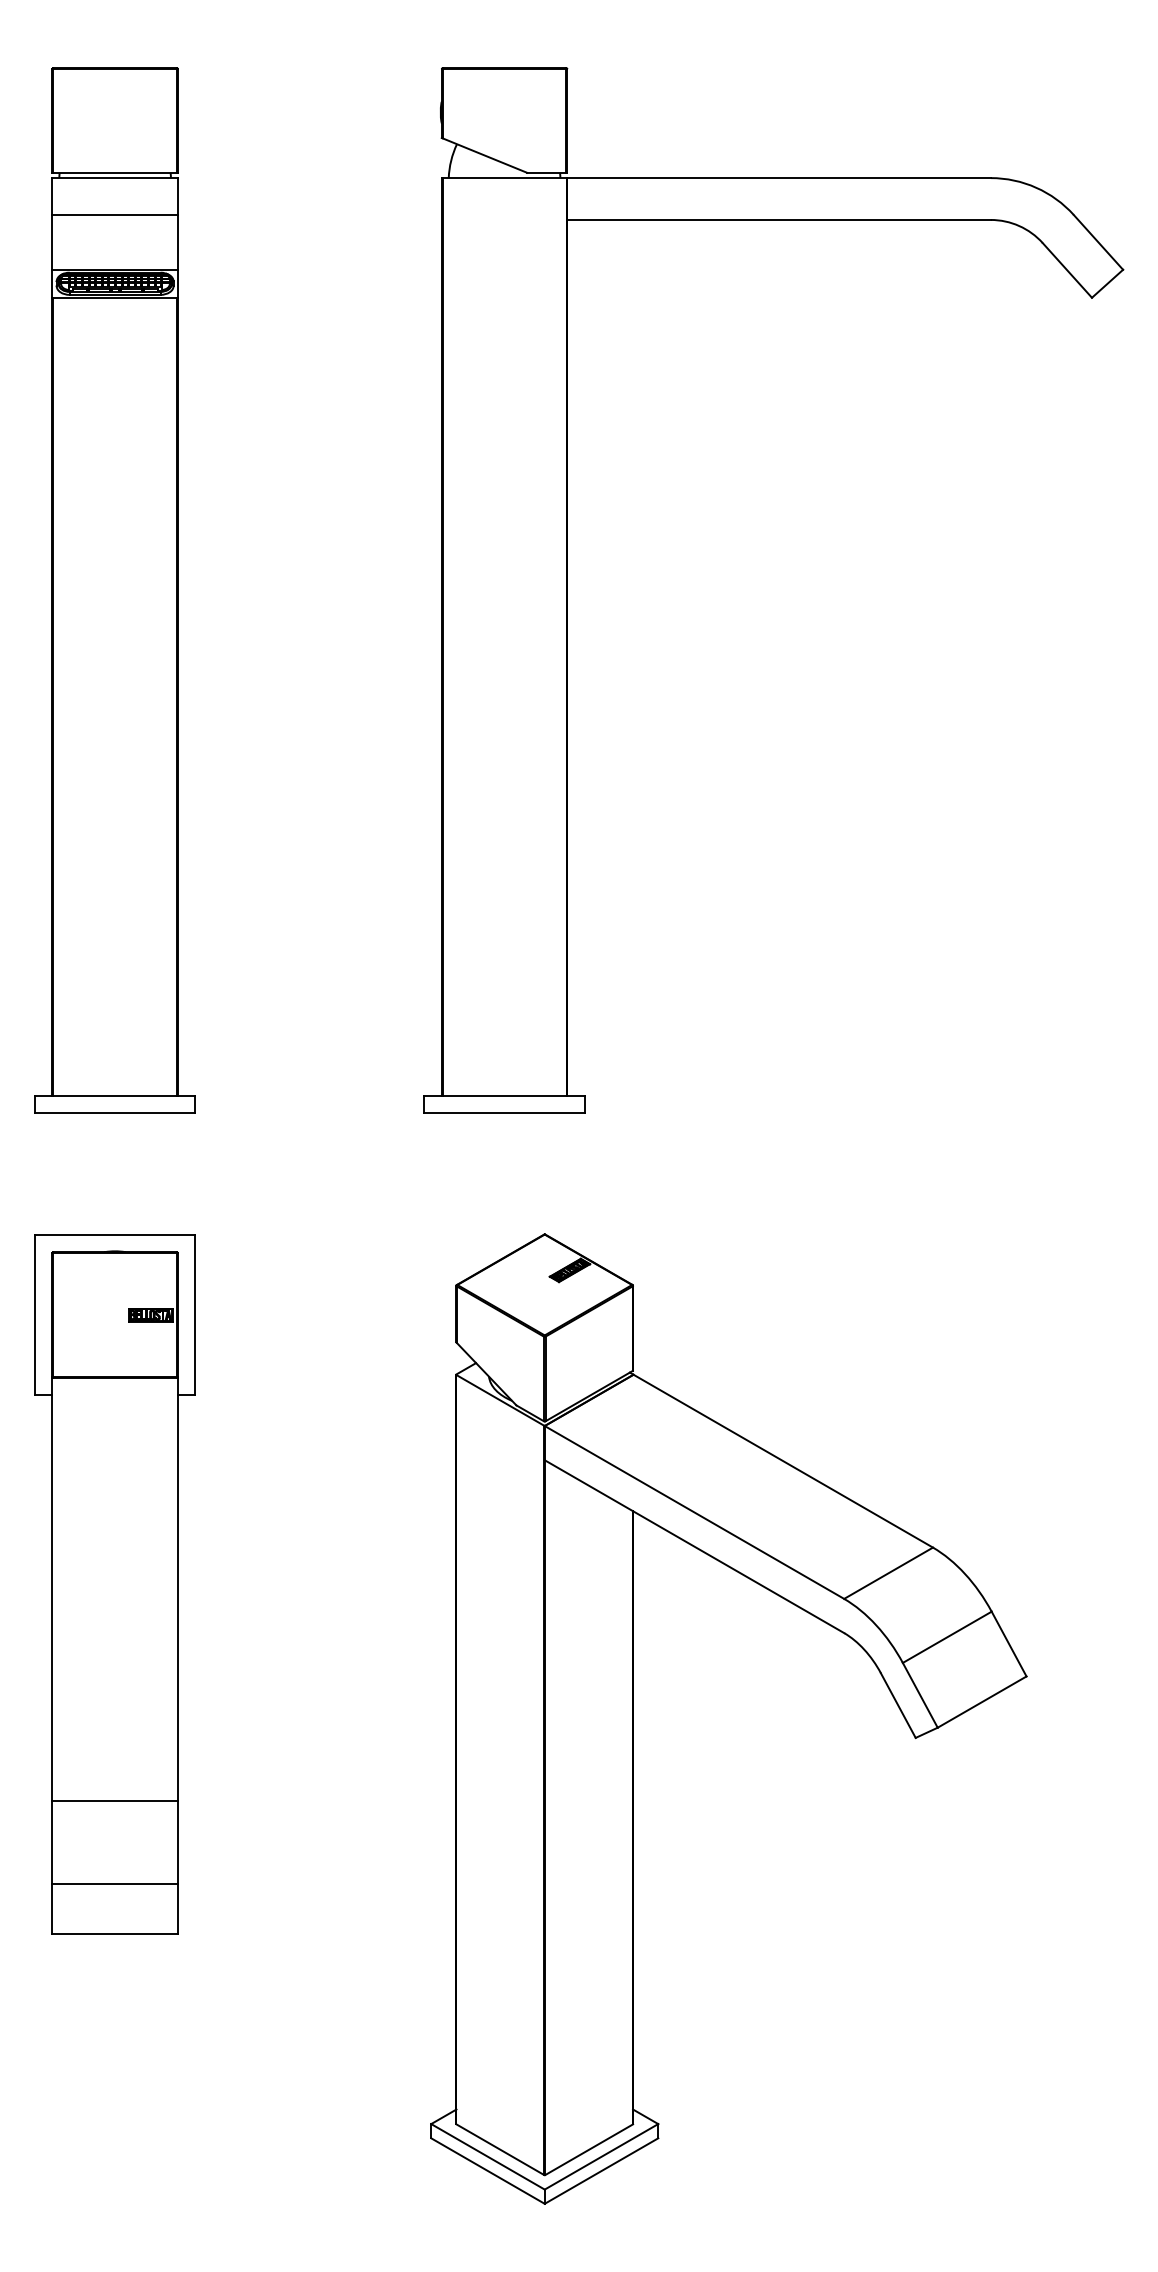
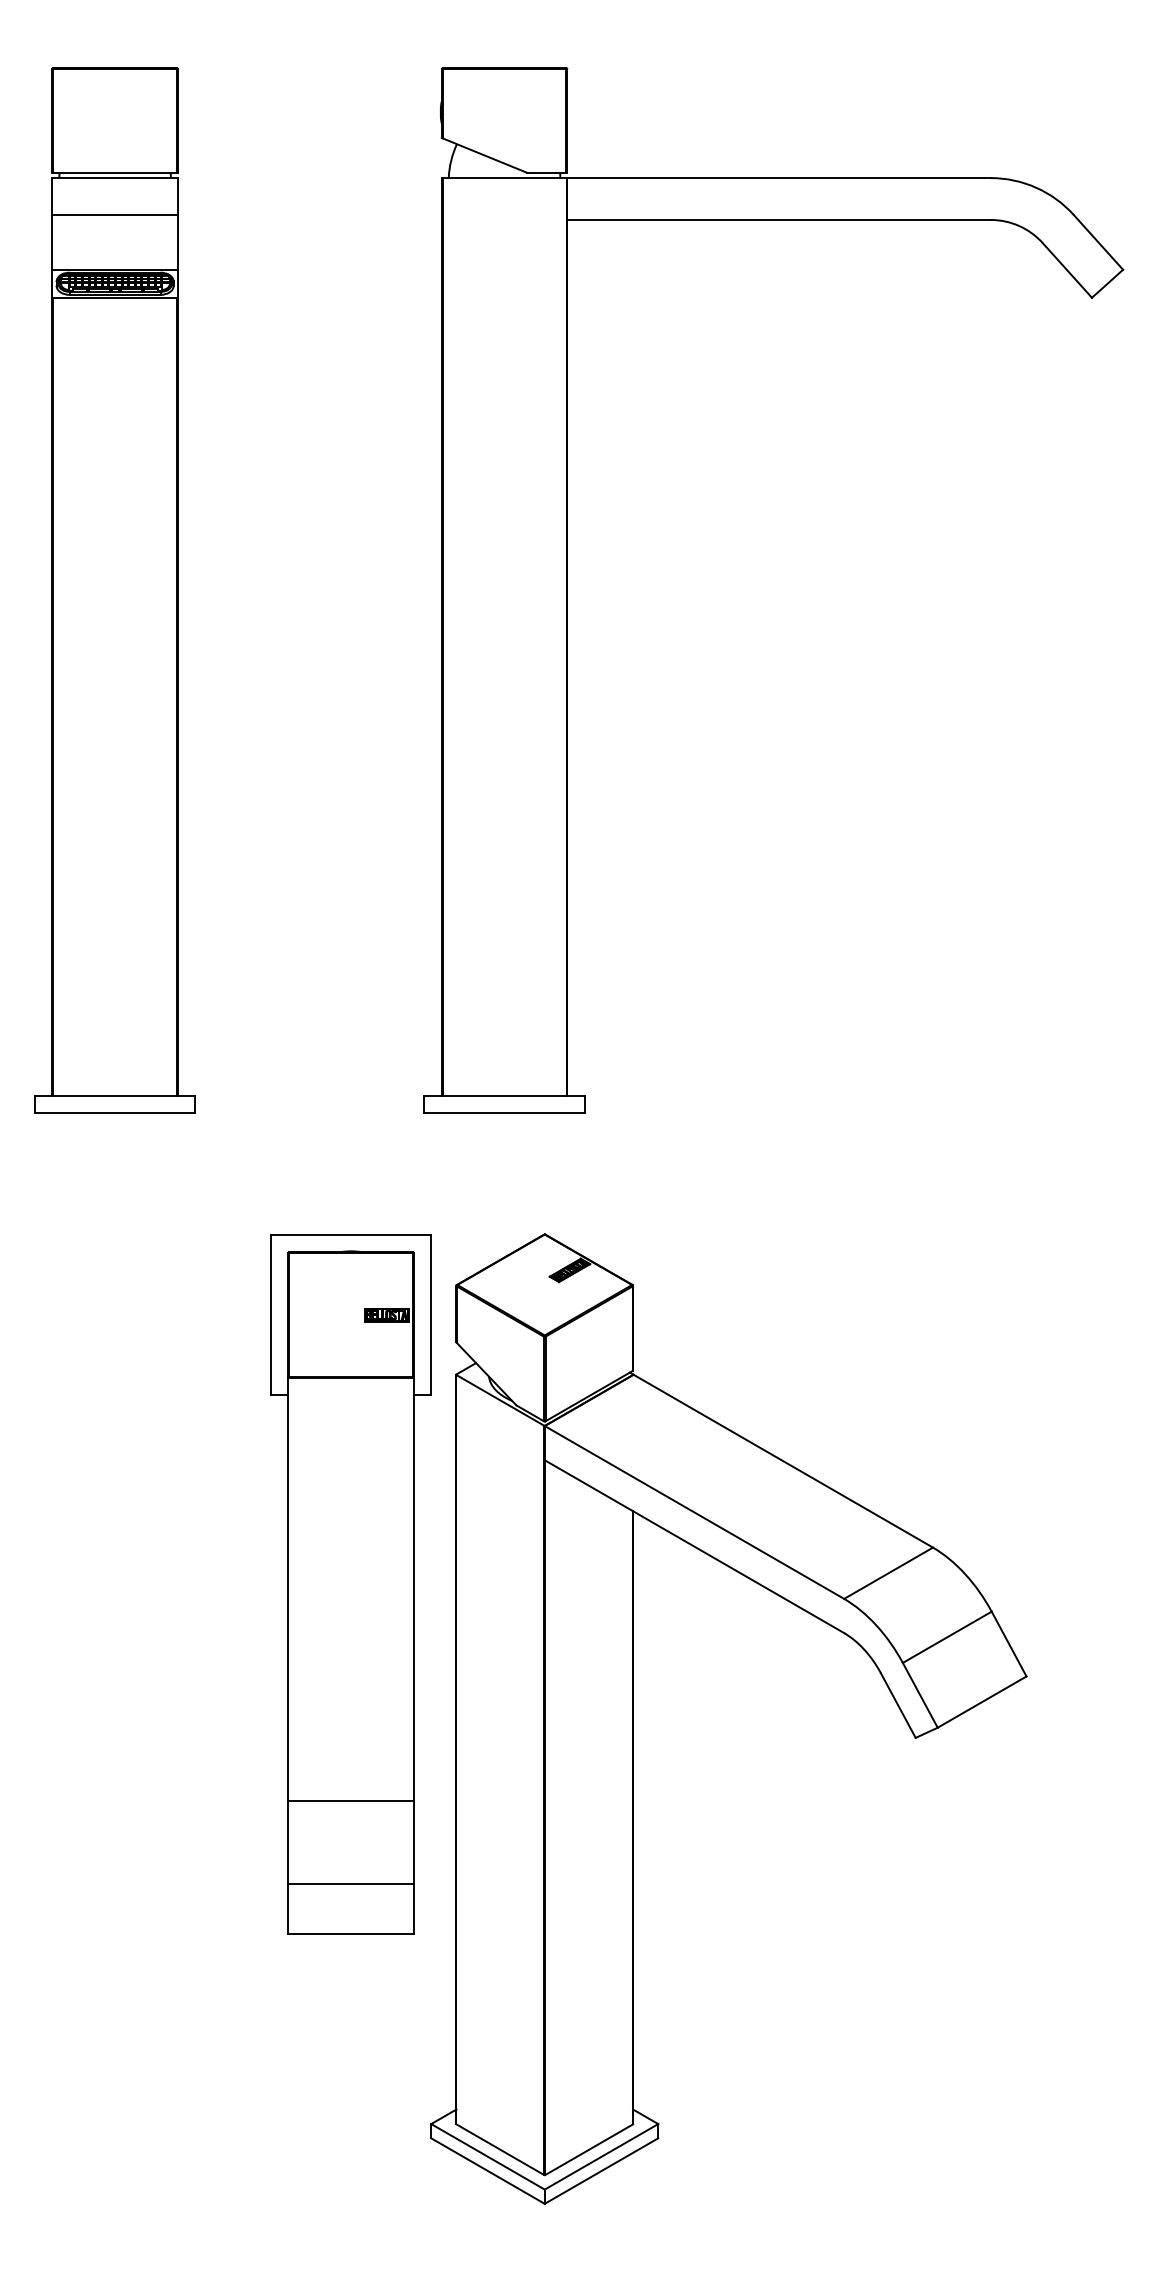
part at (114, 1584) position: (114, 1584) -> (350, 1584)
